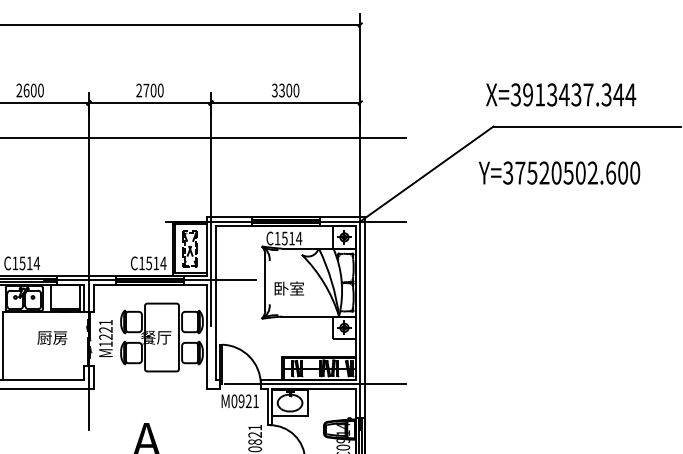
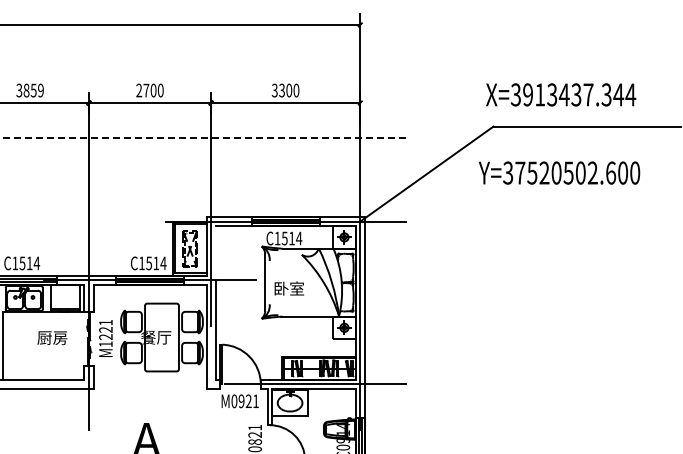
text at (29, 90): 2600 -> 3859
line at (202, 137): solid -> dashed
line at (215, 253): present -> none
